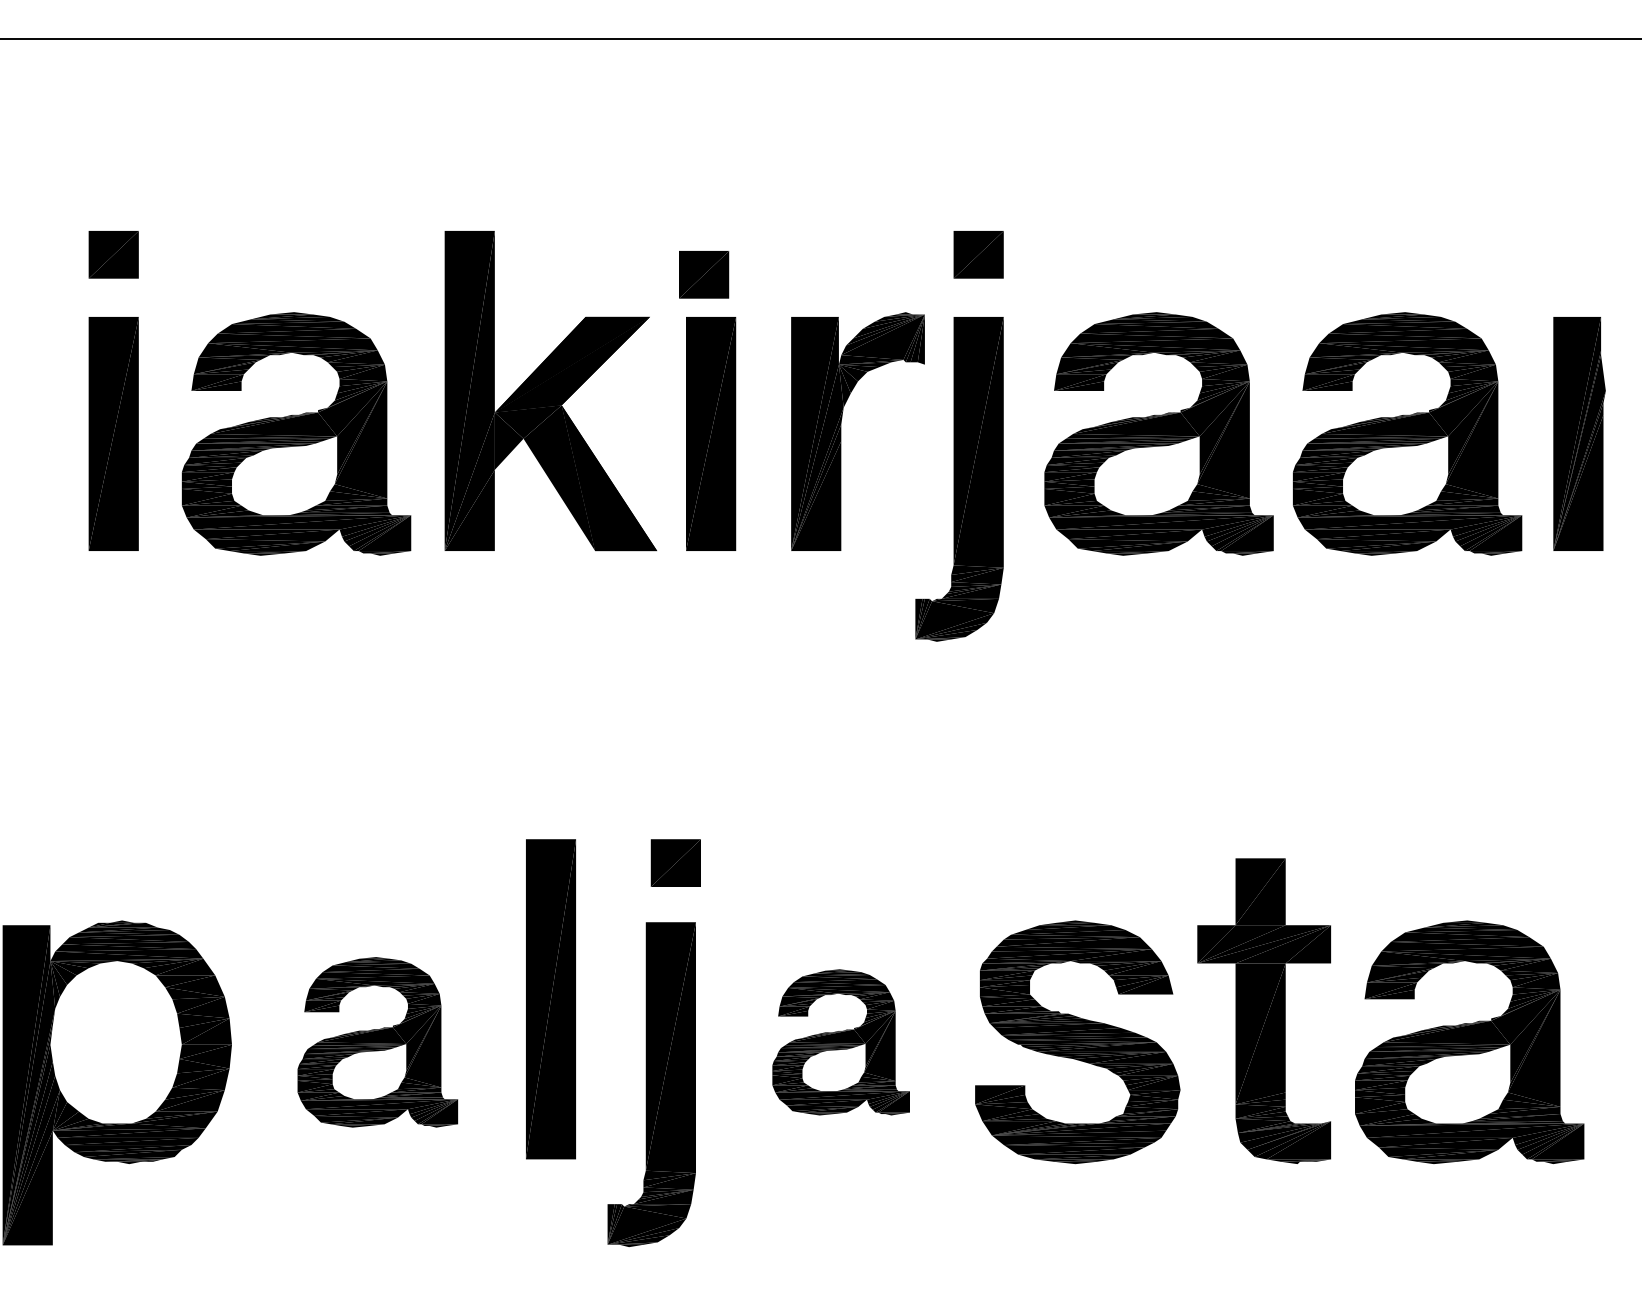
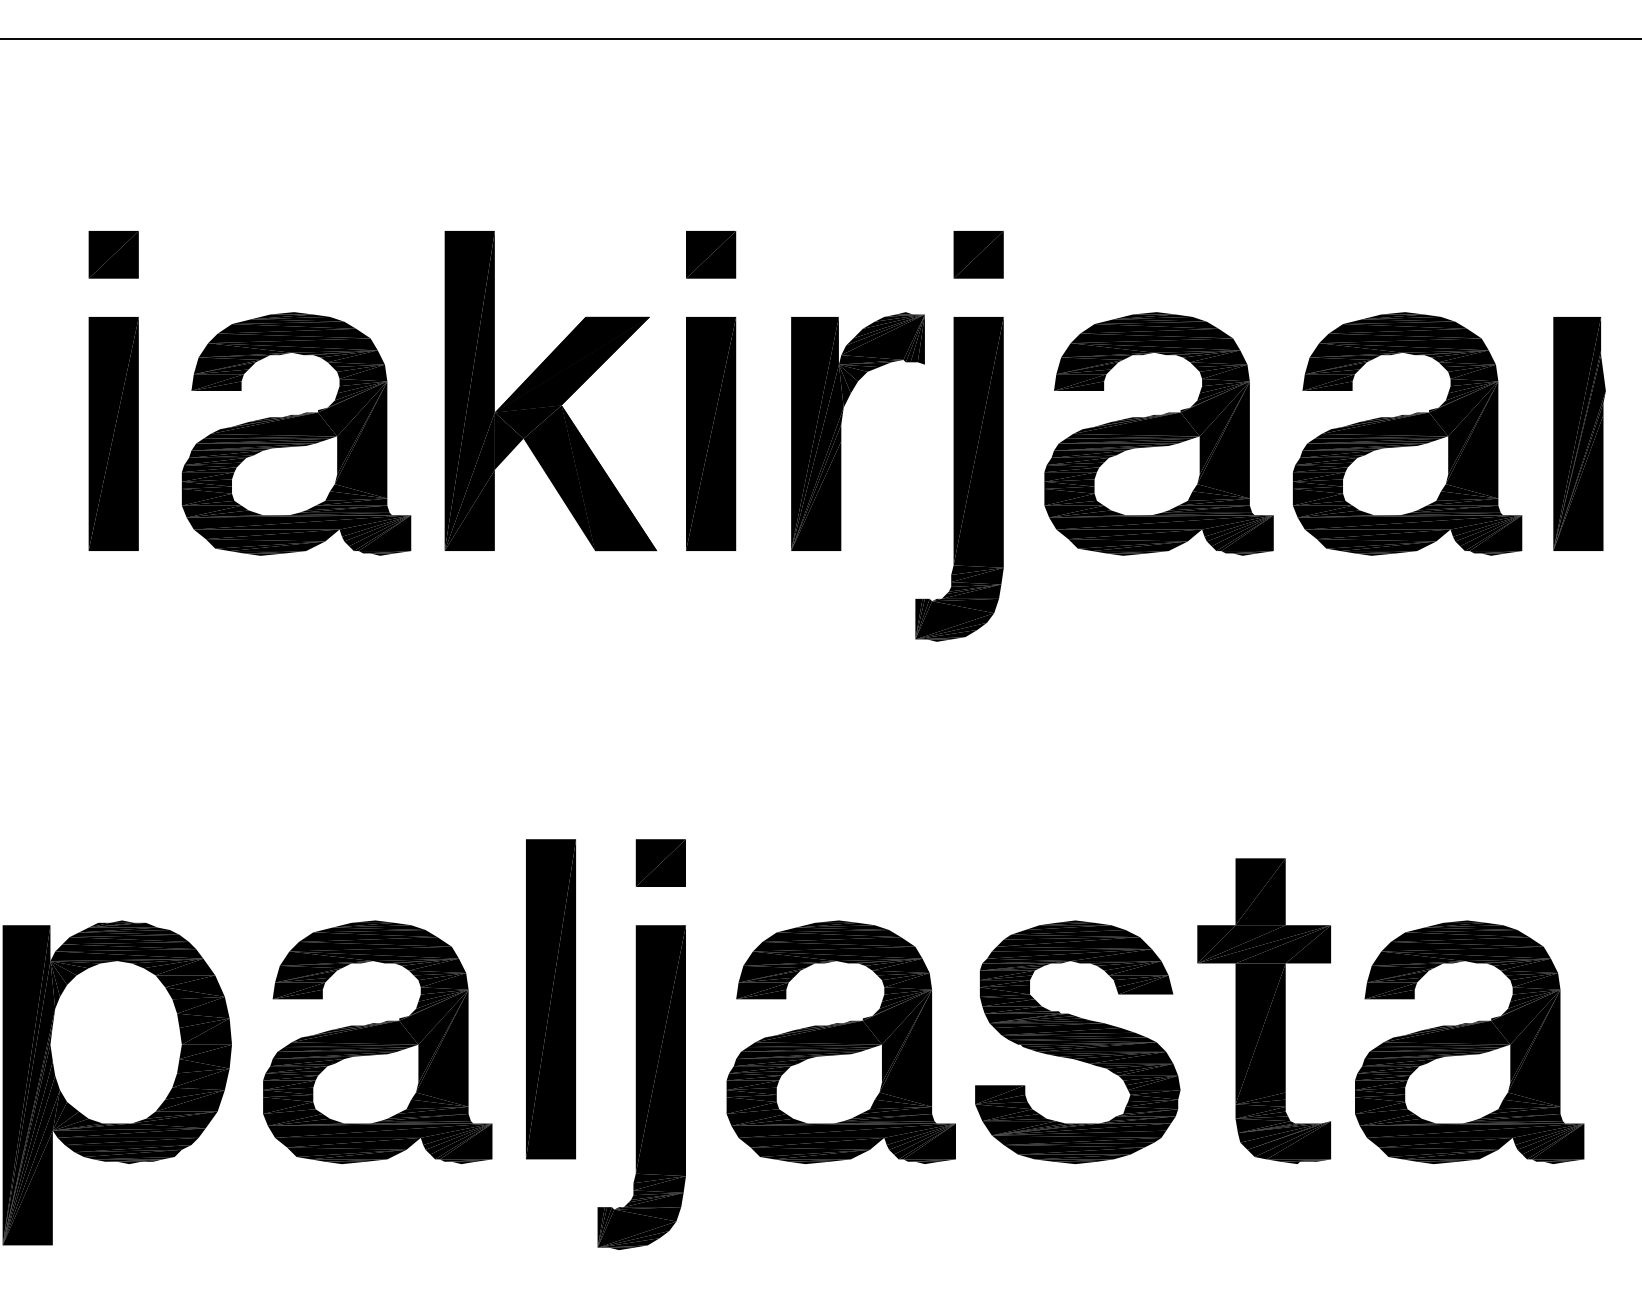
part at (704, 274) position: (704, 274) -> (711, 254)
part at (675, 862) position: (675, 862) -> (660, 862)
part at (377, 1042) size: 162x171 px -> 230x245 px
part at (840, 1042) size: 138x147 px -> 230x245 px
part at (651, 1084) position: (651, 1084) -> (641, 1087)
